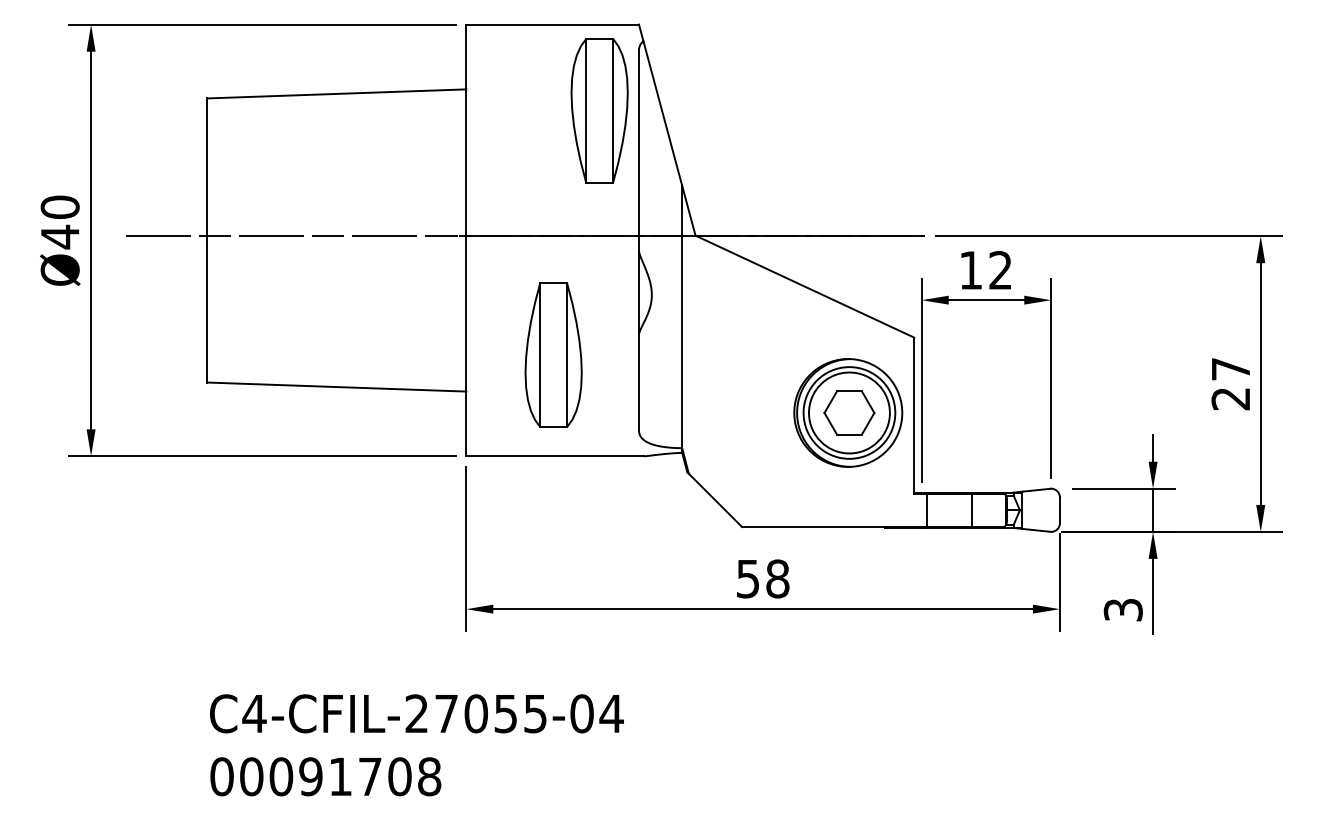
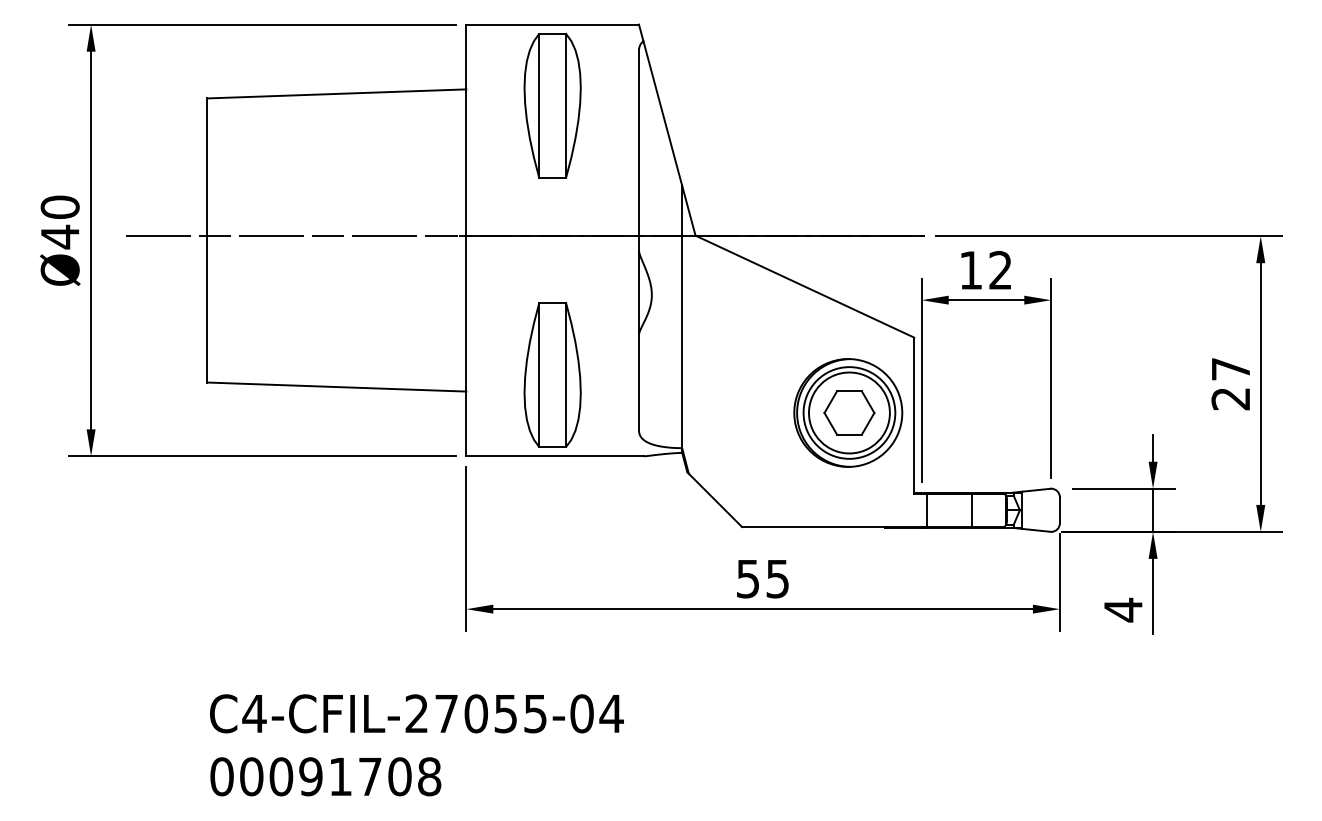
part at (599, 110) position: (599, 110) -> (552, 105)
part at (553, 354) position: (553, 354) -> (552, 374)
text at (777, 578): 58 -> 55
text at (1122, 609): 3 -> 4
